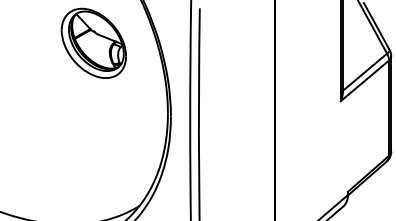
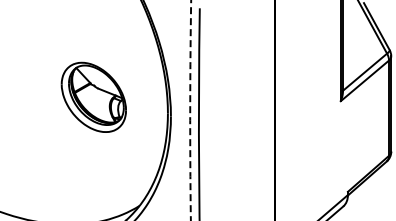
part at (93, 42) position: (93, 42) -> (93, 96)
arc at (190, 110): solid -> dashed
